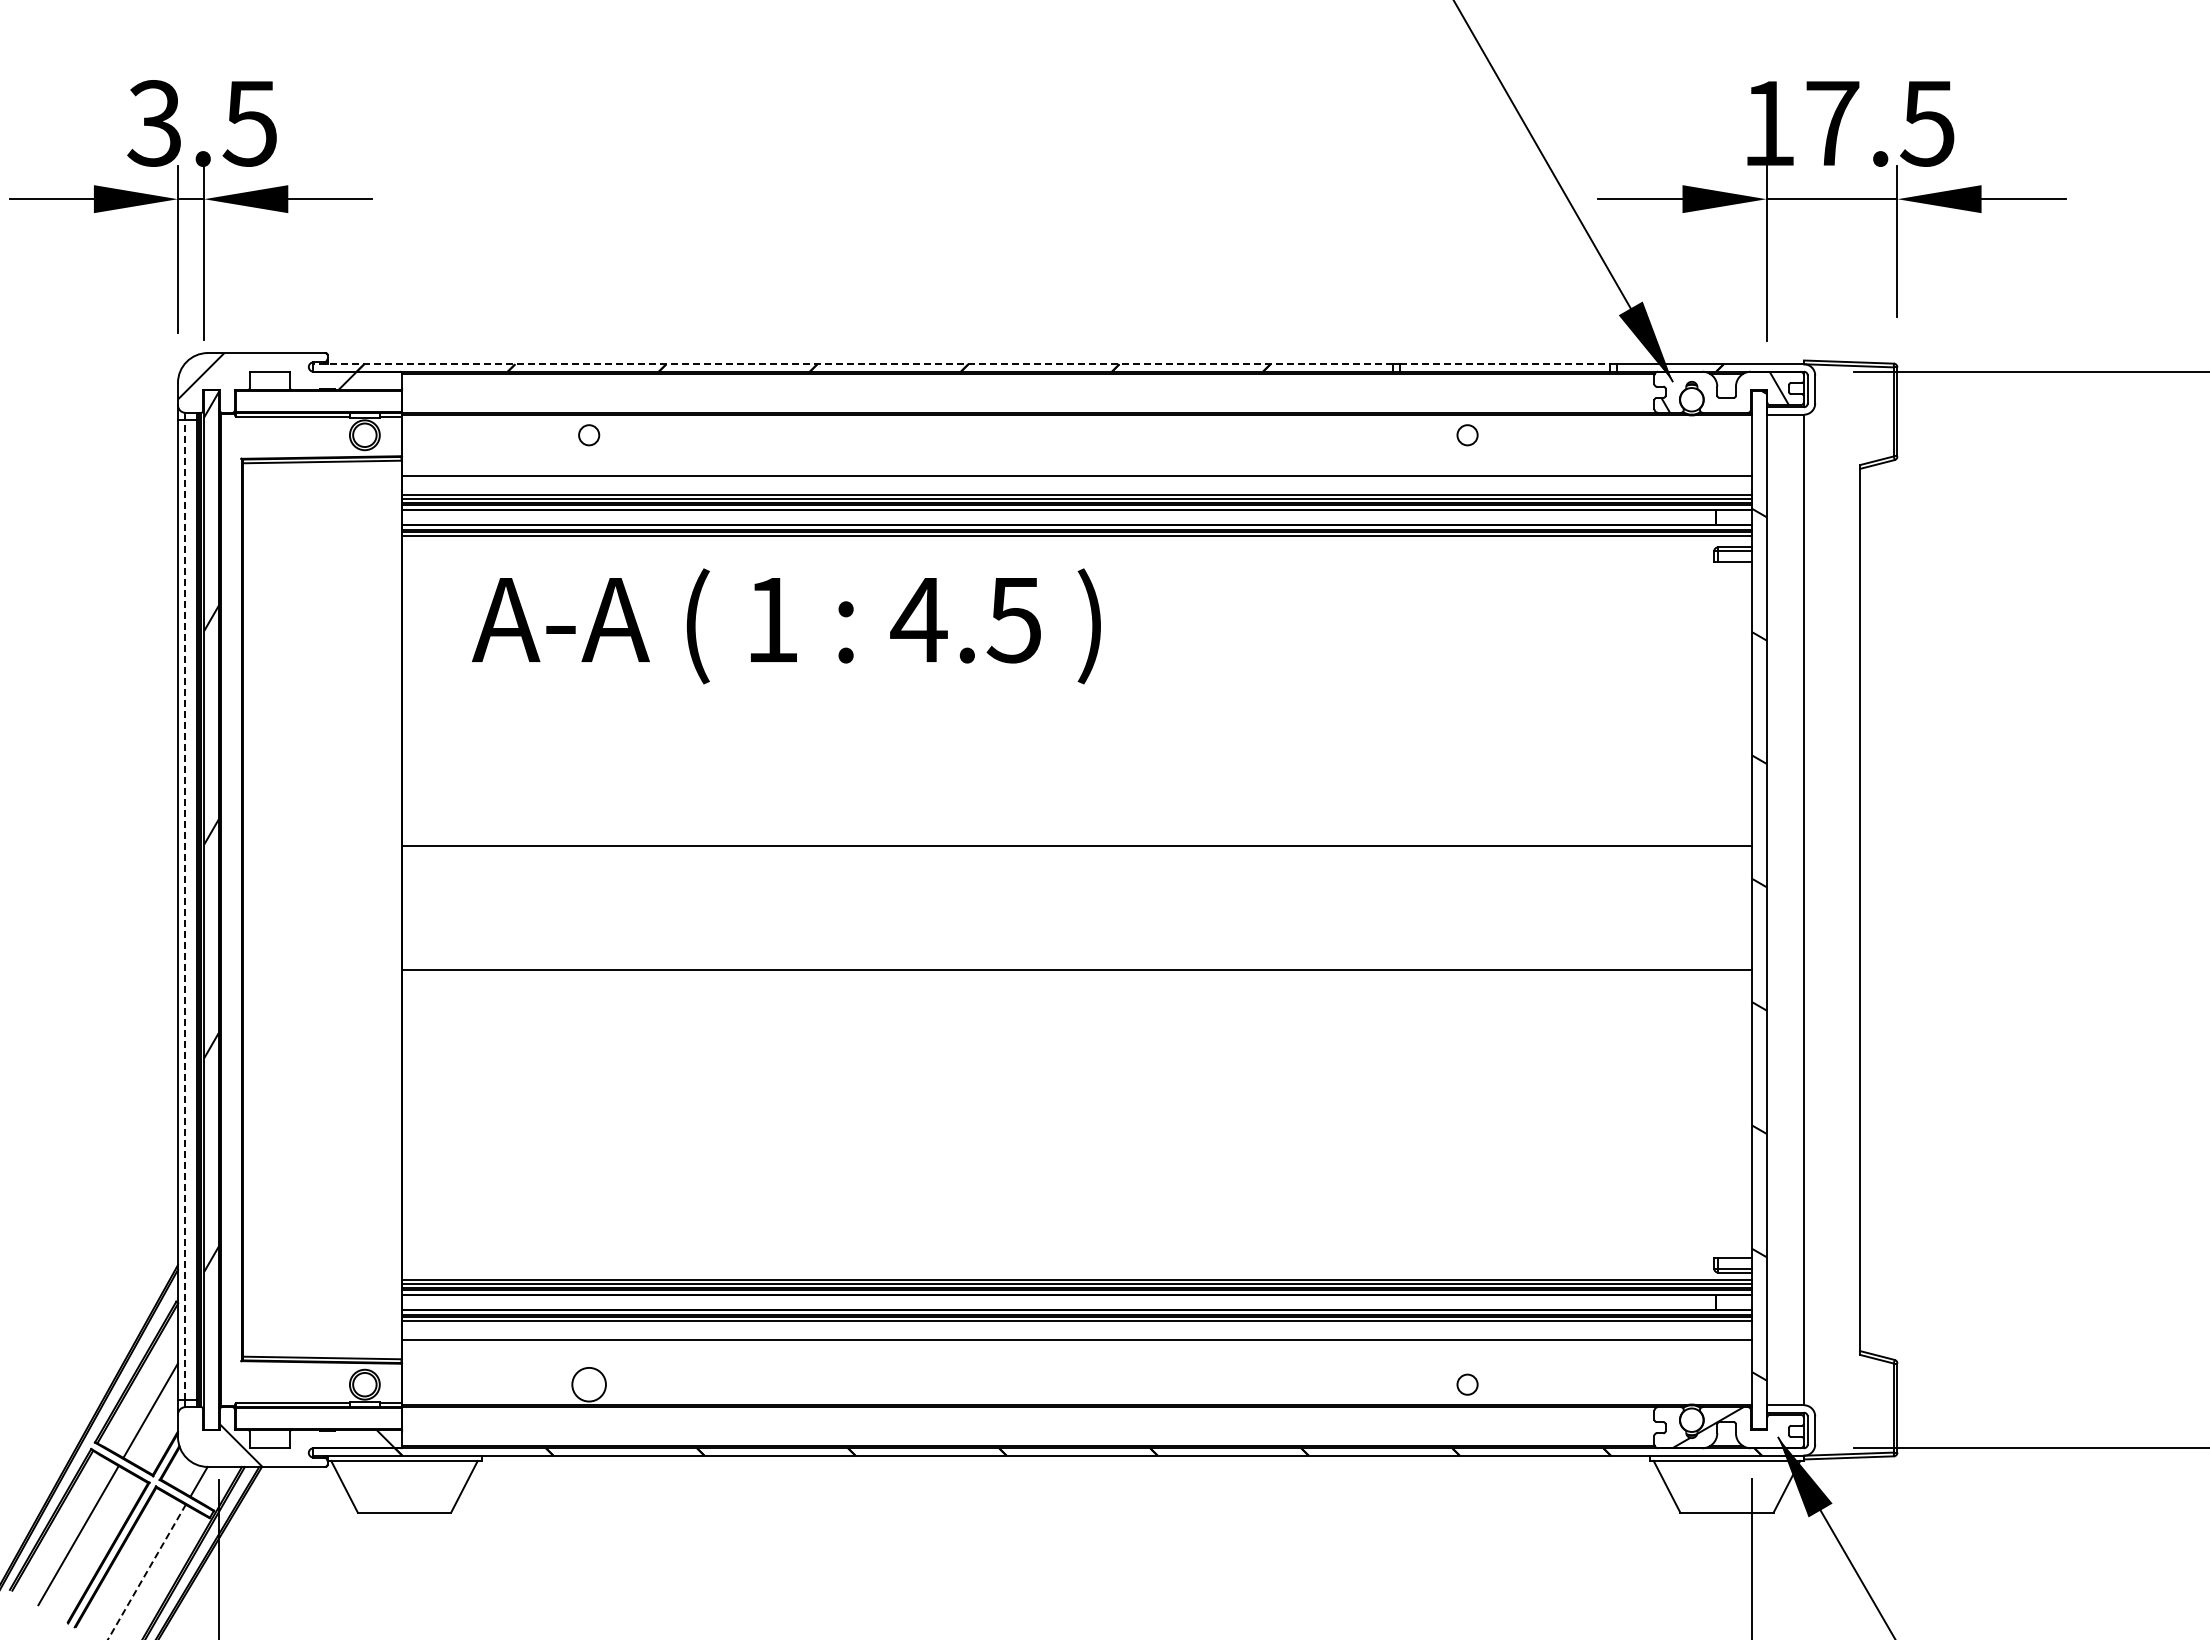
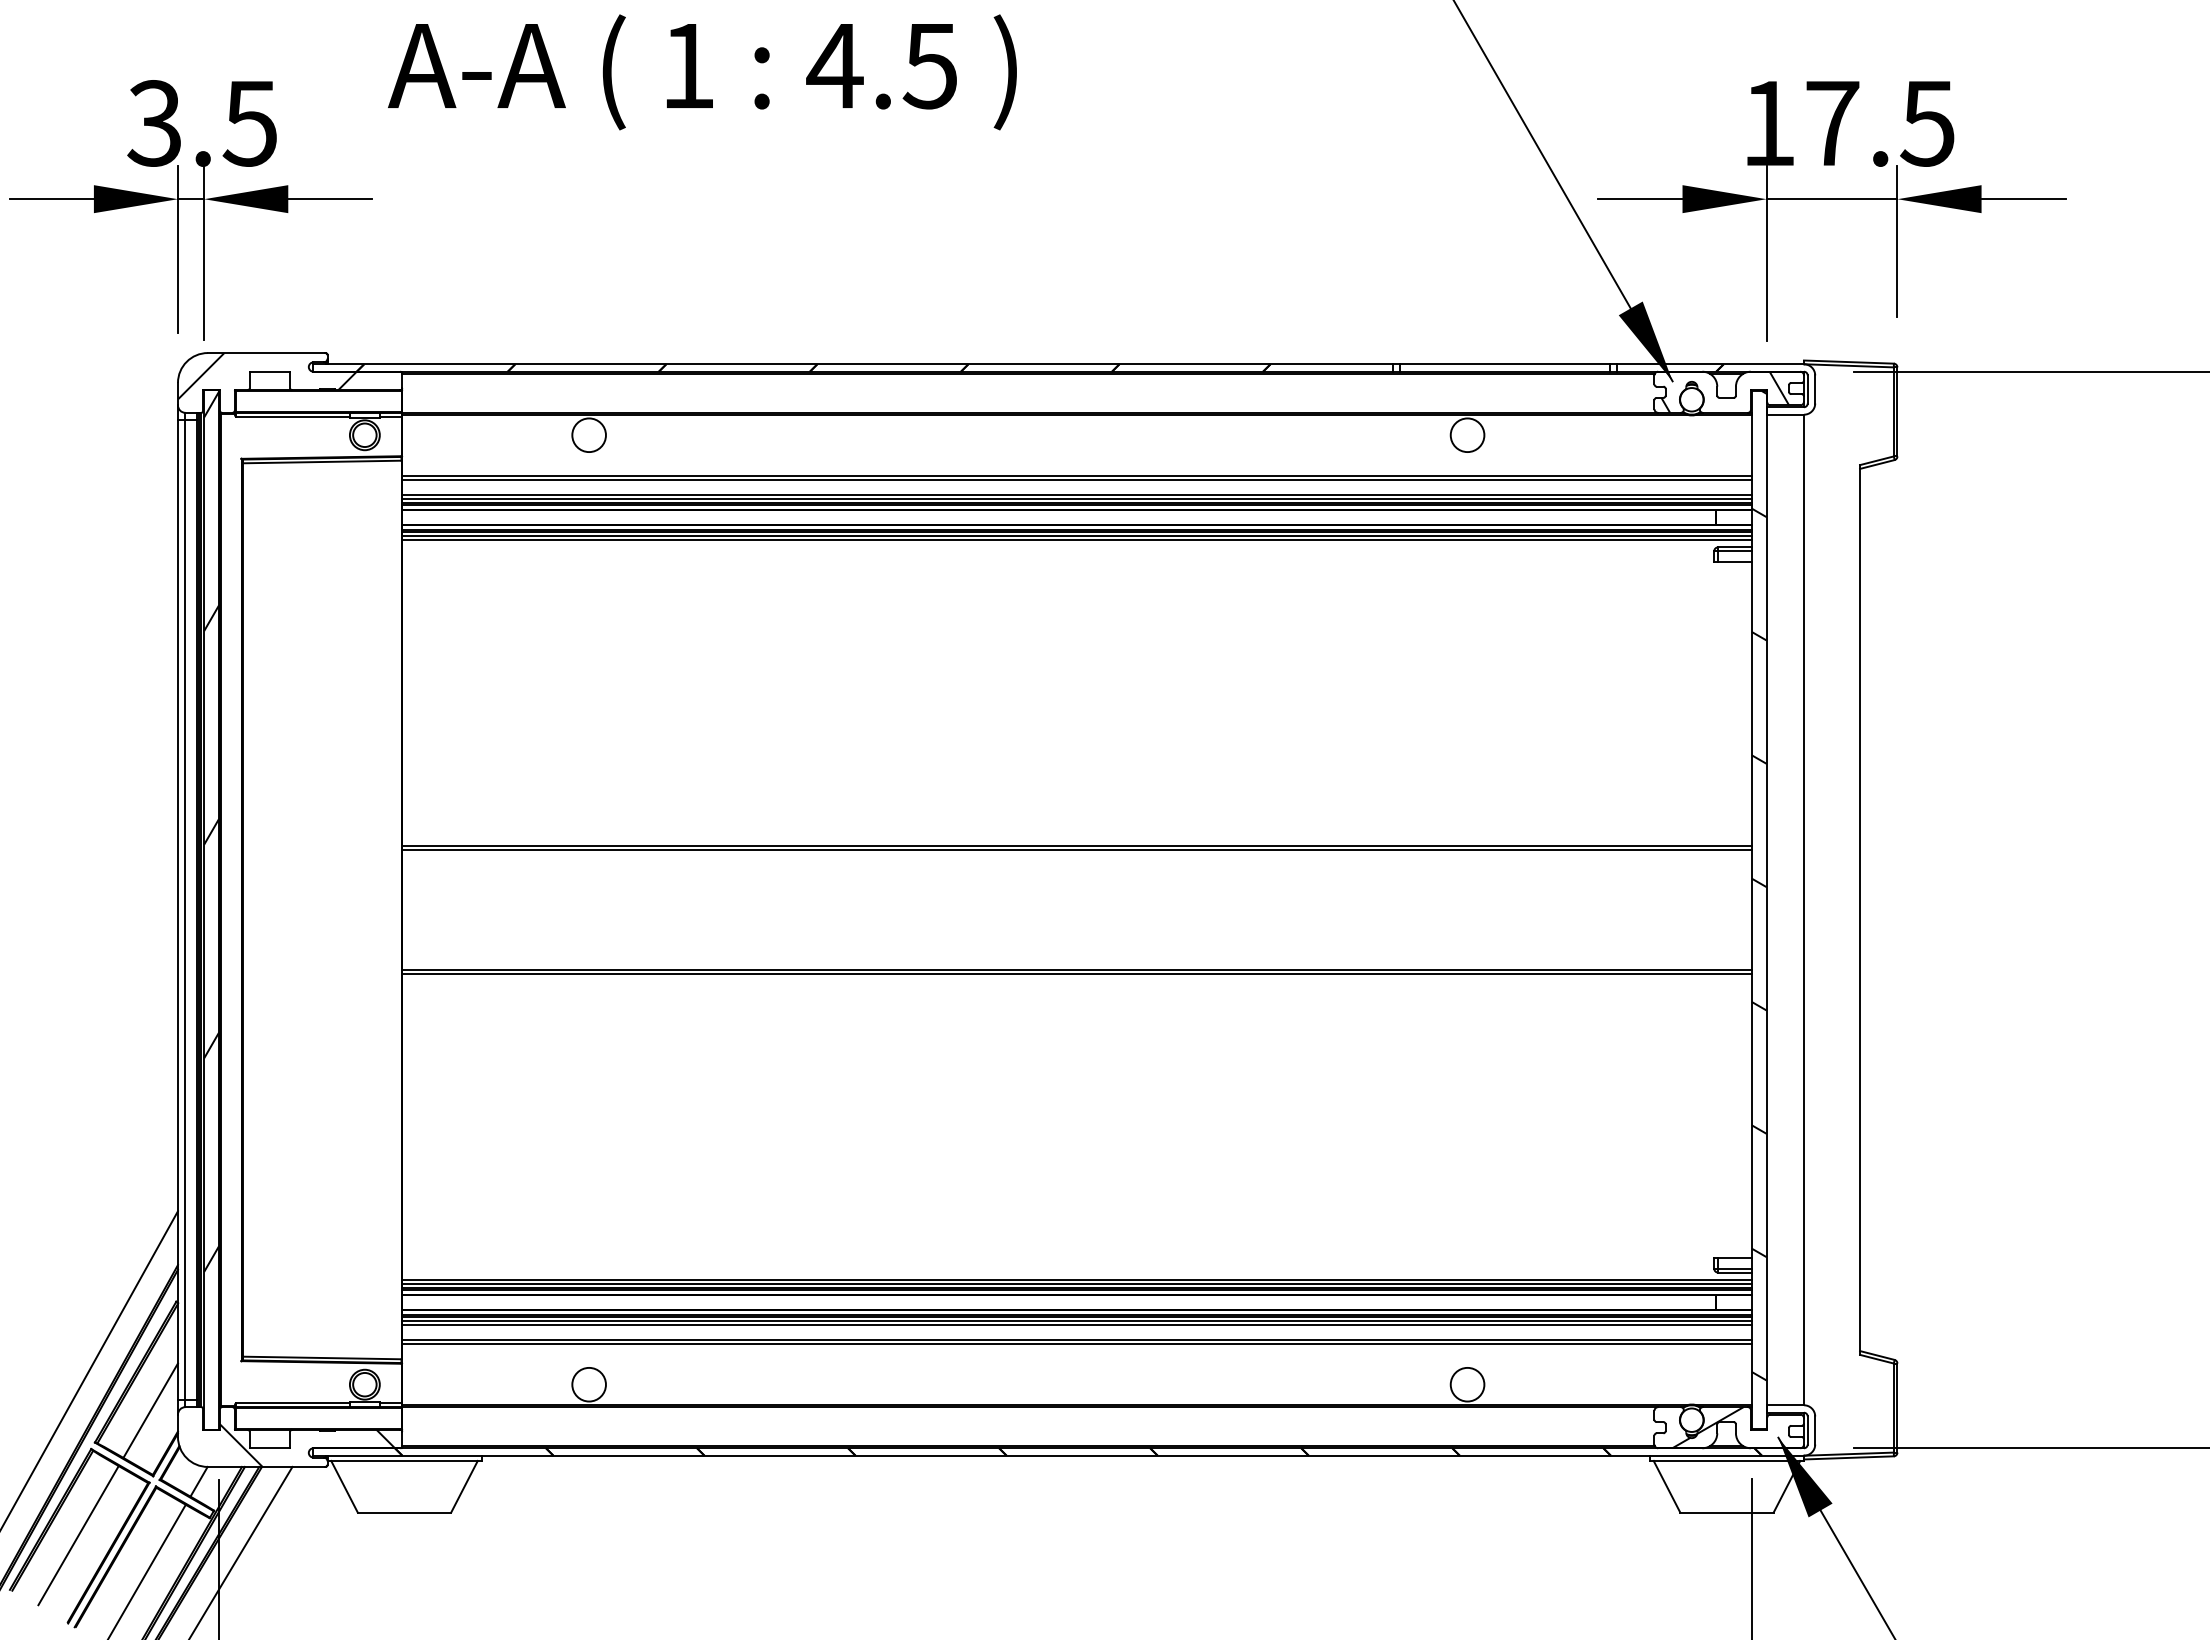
line at (852, 364): dashed -> solid
line at (1504, 364): dashed -> solid
circle at (589, 435) diameter: 20 px -> 34 px
circle at (1467, 435) diameter: 20 px -> 34 px
line at (1076, 480): none -> present
line at (1076, 539): none -> present
text at (786, 626) position: (786, 626) -> (702, 72)
line at (1076, 850): none -> present
line at (185, 910): dashed -> solid
line at (1076, 973): none -> present
line at (1076, 1324): none -> present
line at (1076, 1343): none -> present
line at (89, 1369): none -> present
circle at (1467, 1384) diameter: 20 px -> 34 px
line at (241, 1551): none -> present
line at (146, 1572): dashed -> solid
